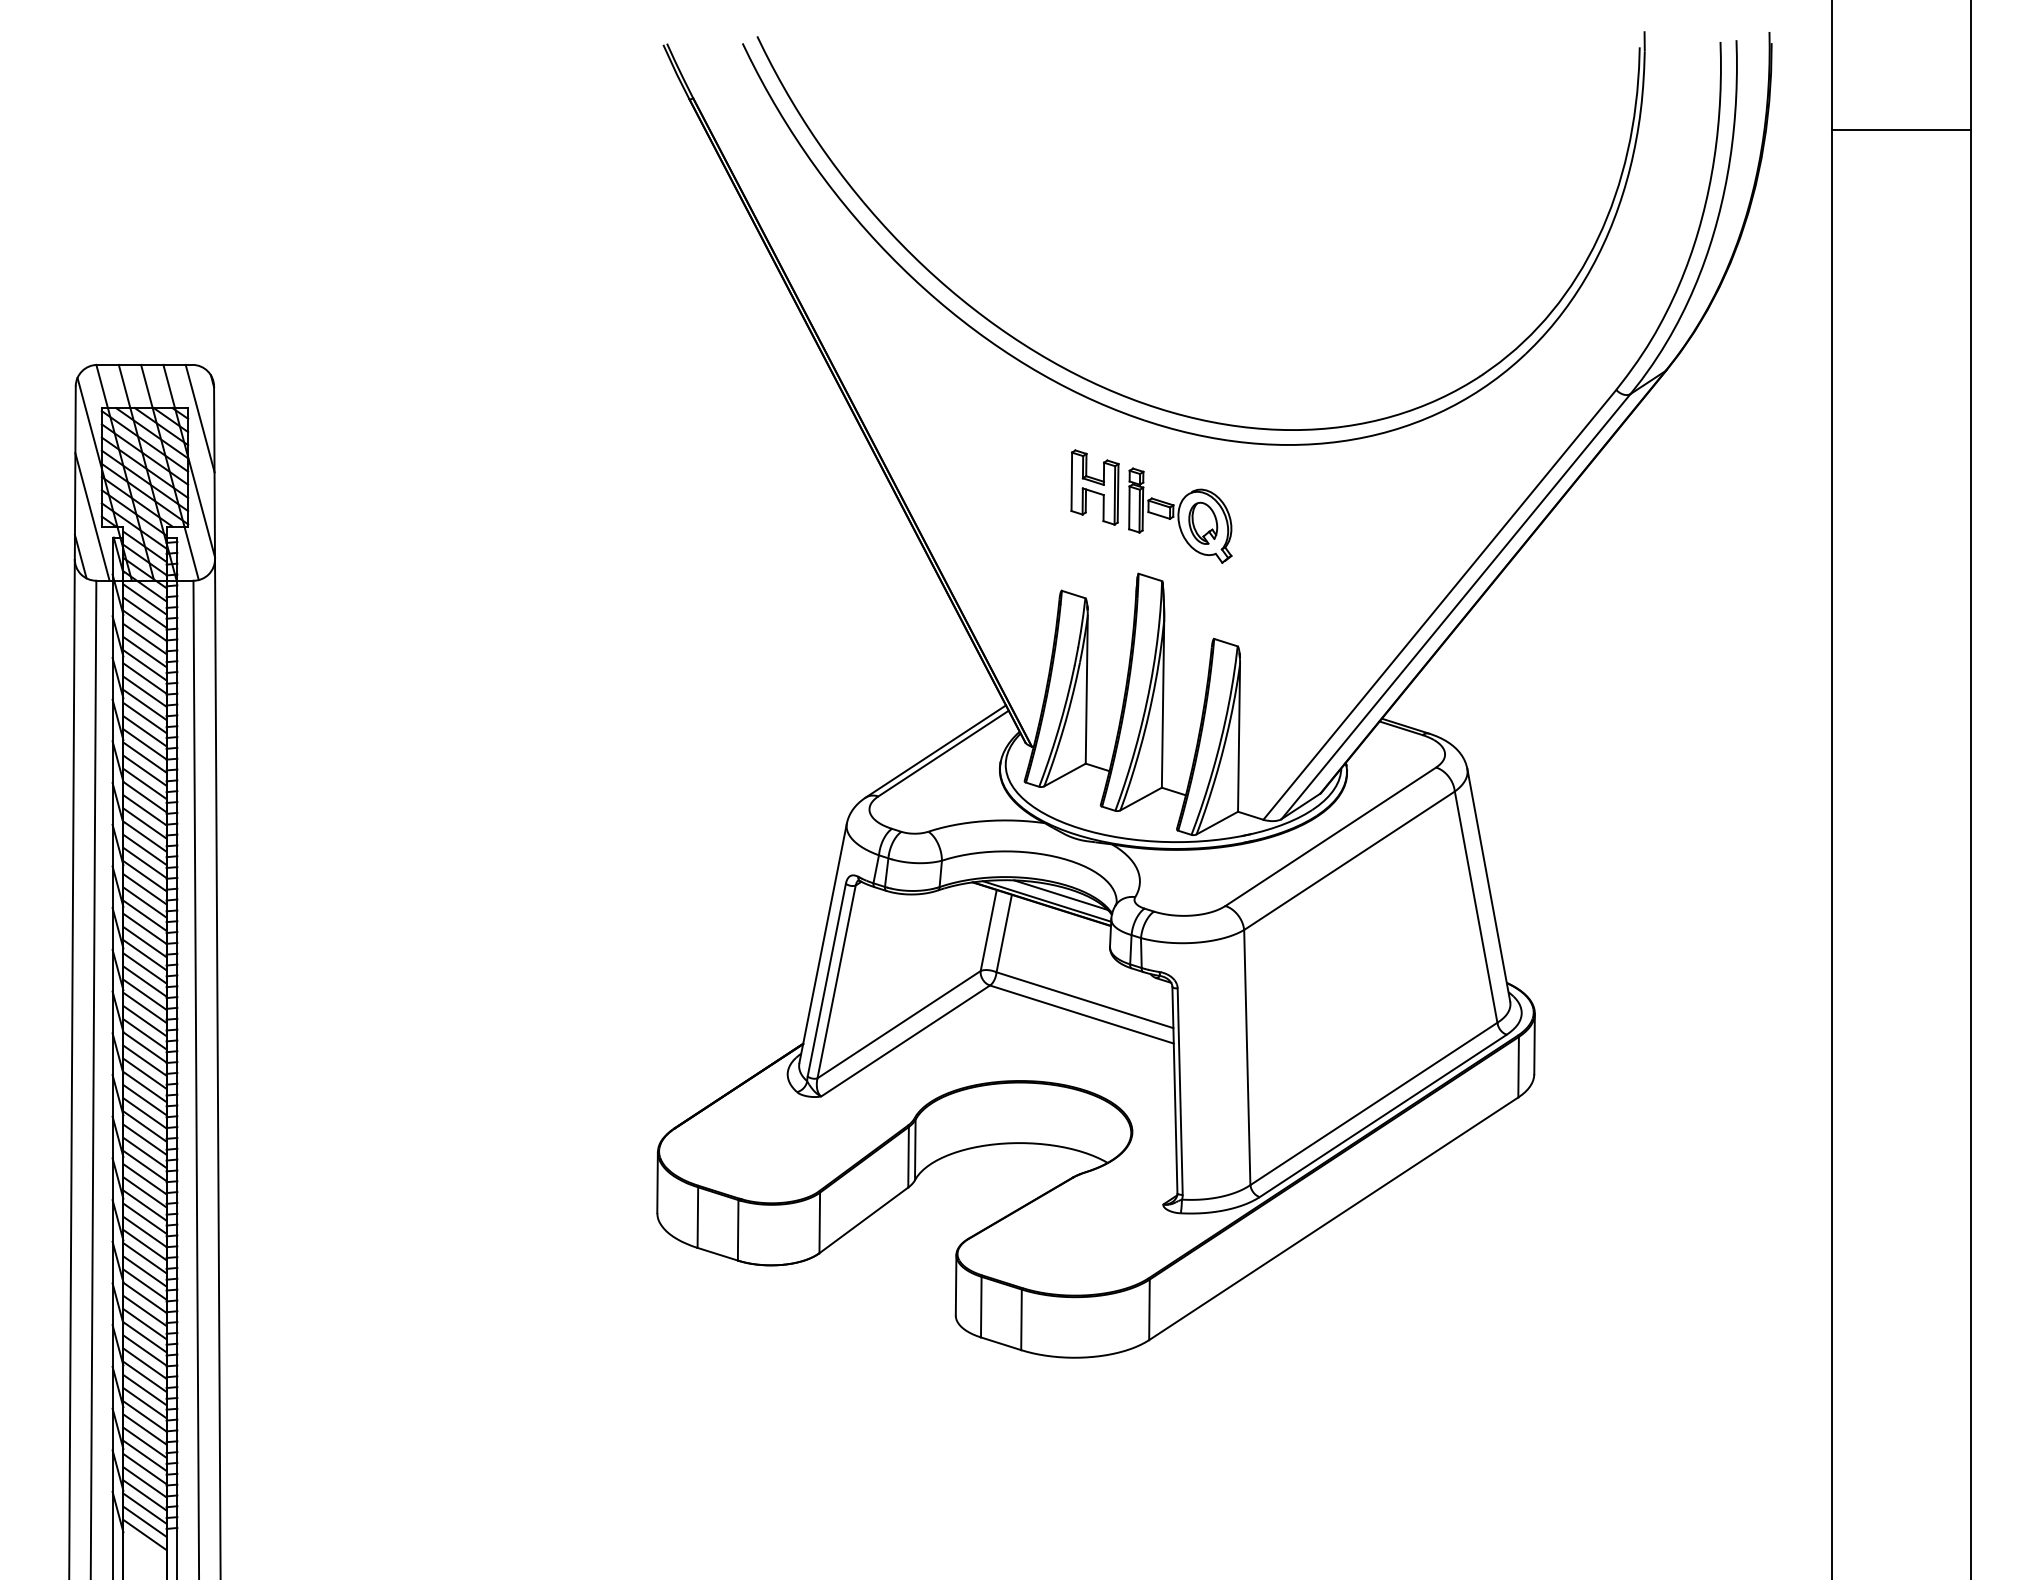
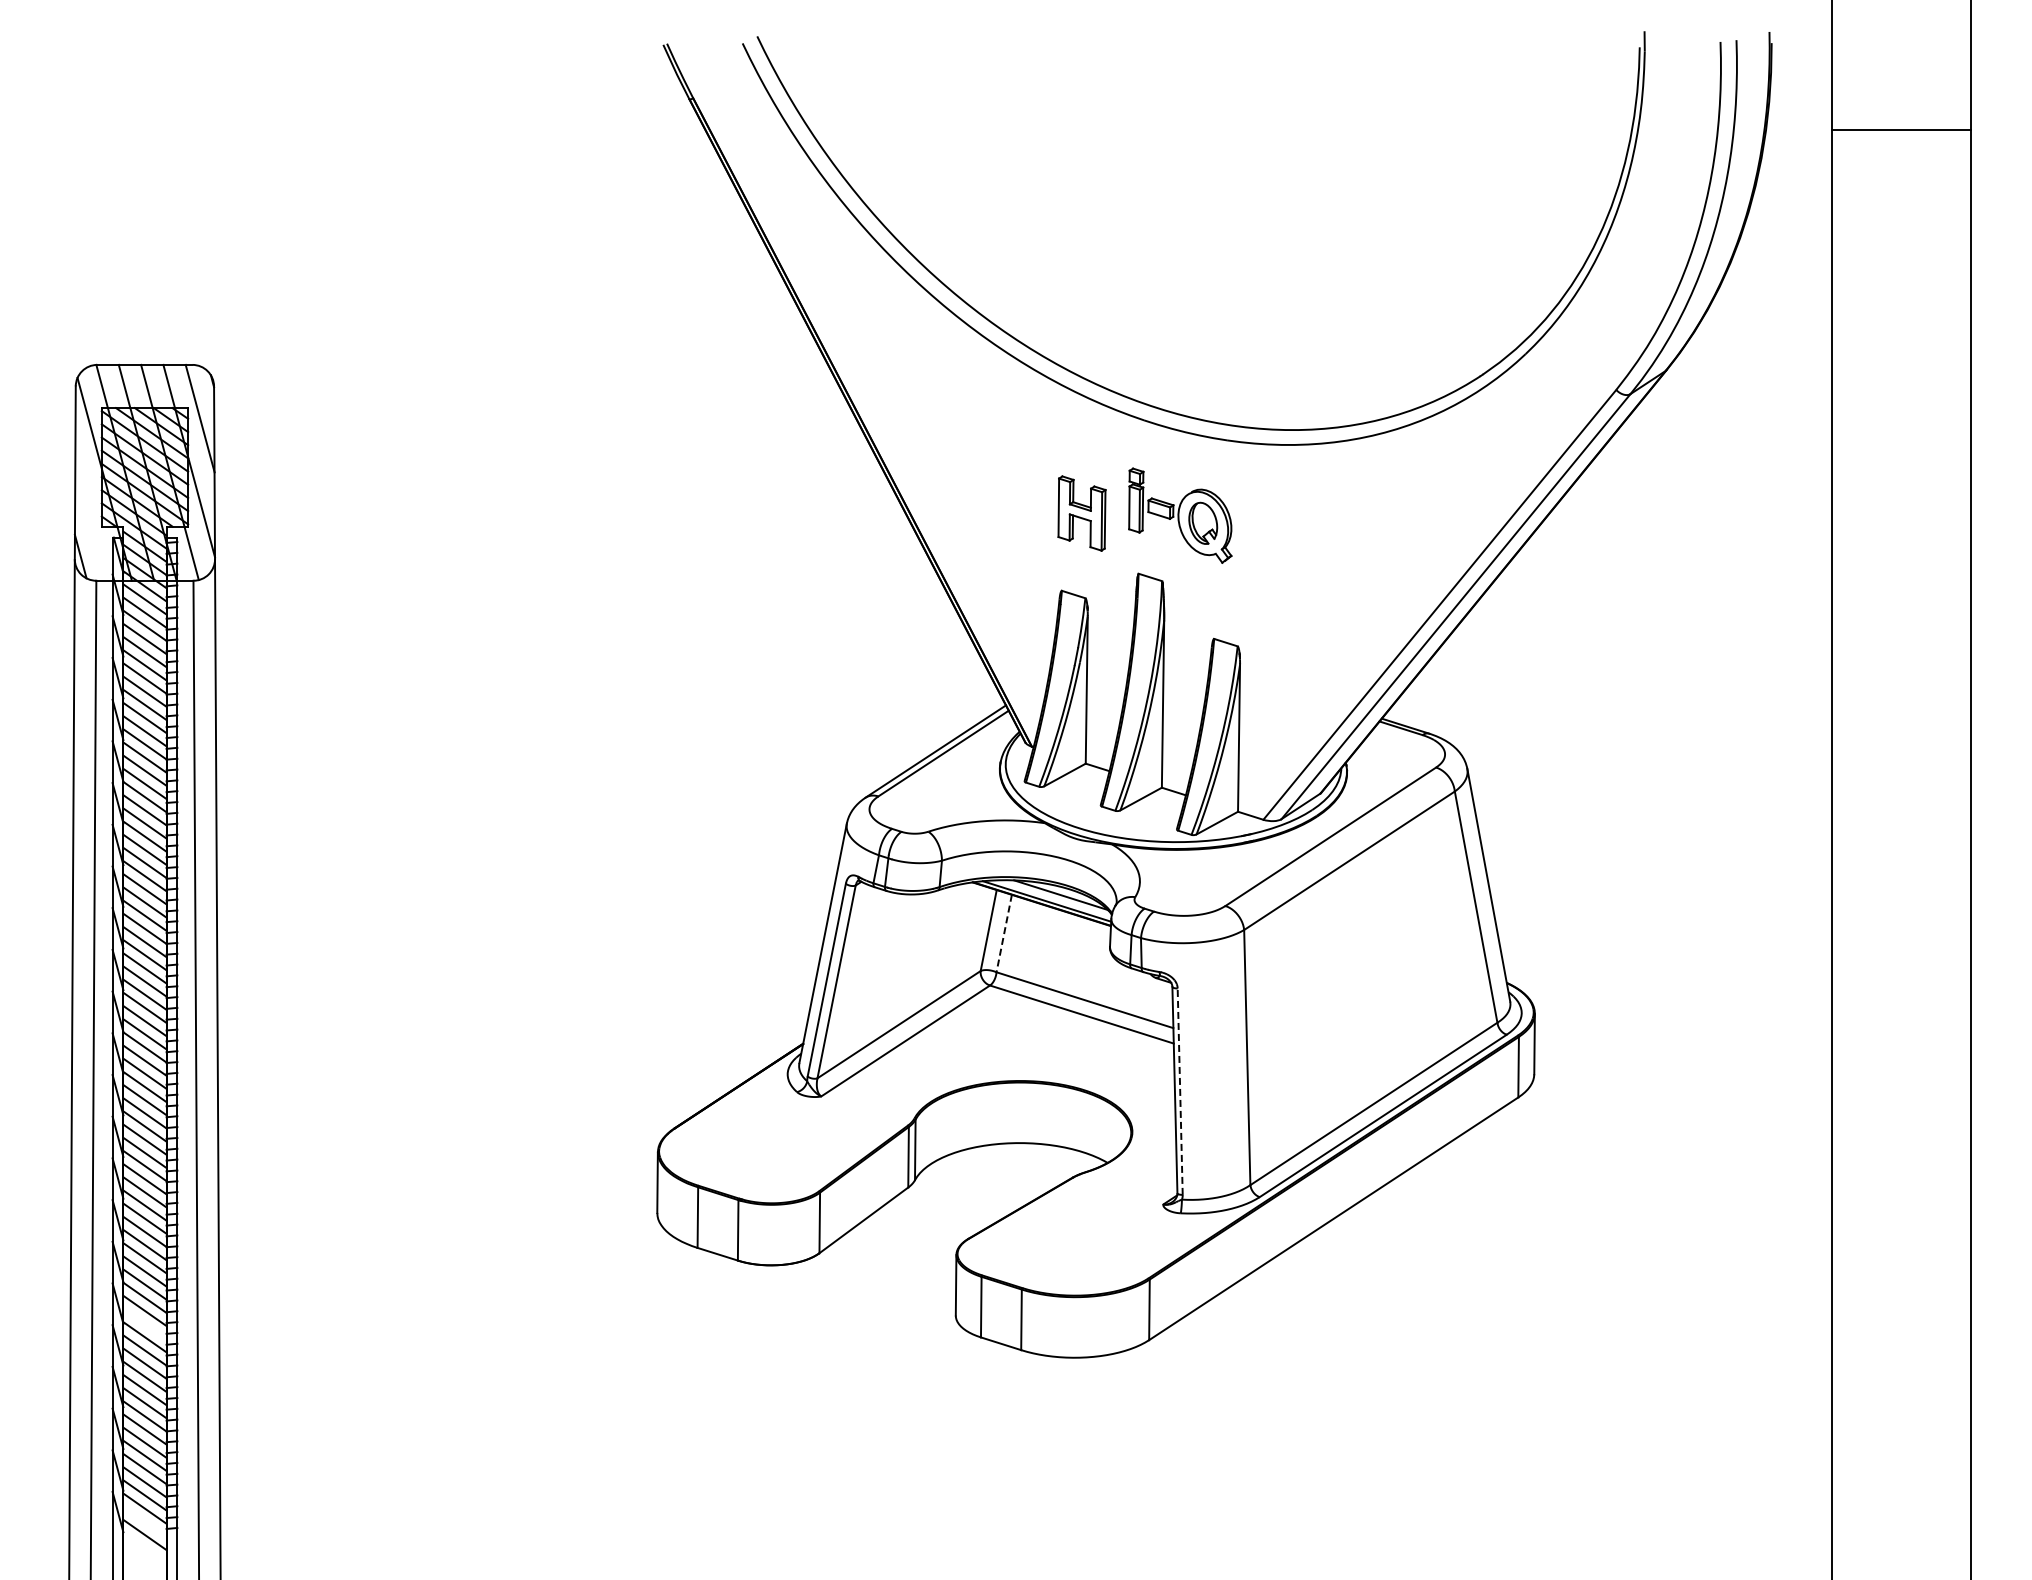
part at (1094, 487) position: (1094, 487) -> (1081, 513)
line at (92, 516): present -> none
line at (1004, 934): solid -> dashed
line at (1180, 1091): solid -> dashed
line at (144, 1324): present -> none
line at (144, 1521): present -> none
